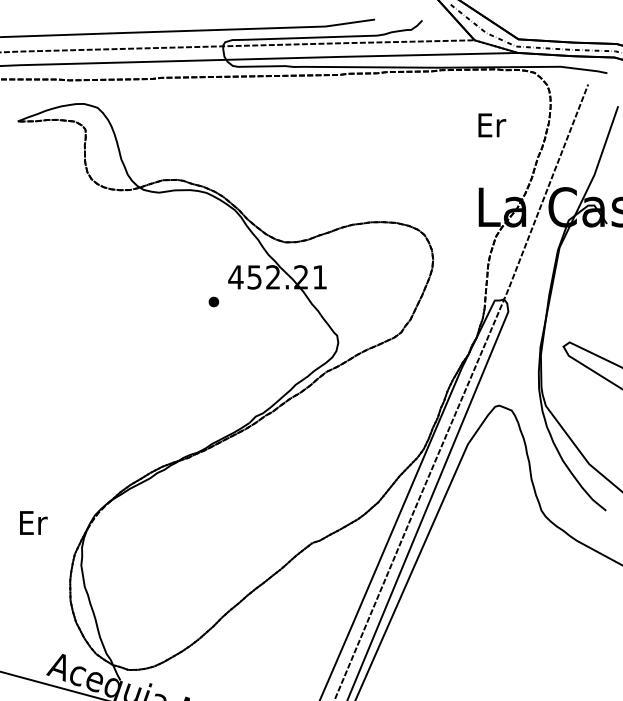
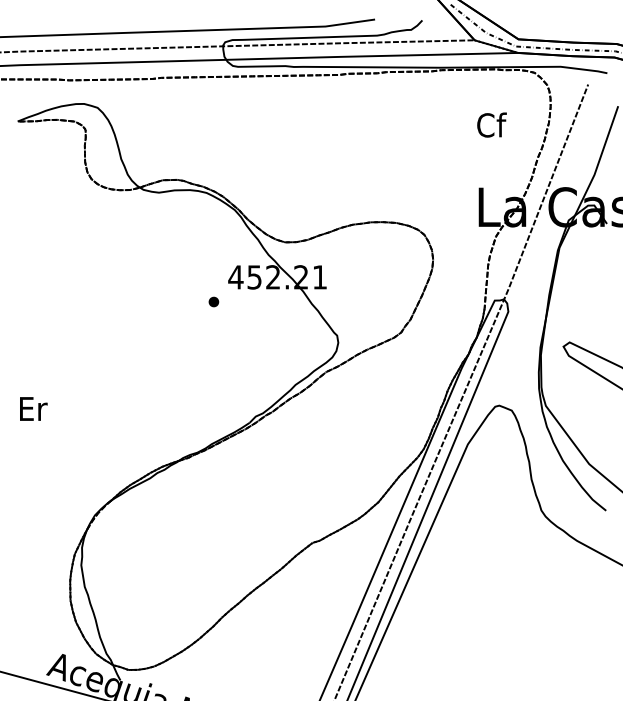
text at (491, 124): Er -> Cf
text at (33, 522) position: (33, 522) -> (33, 408)
